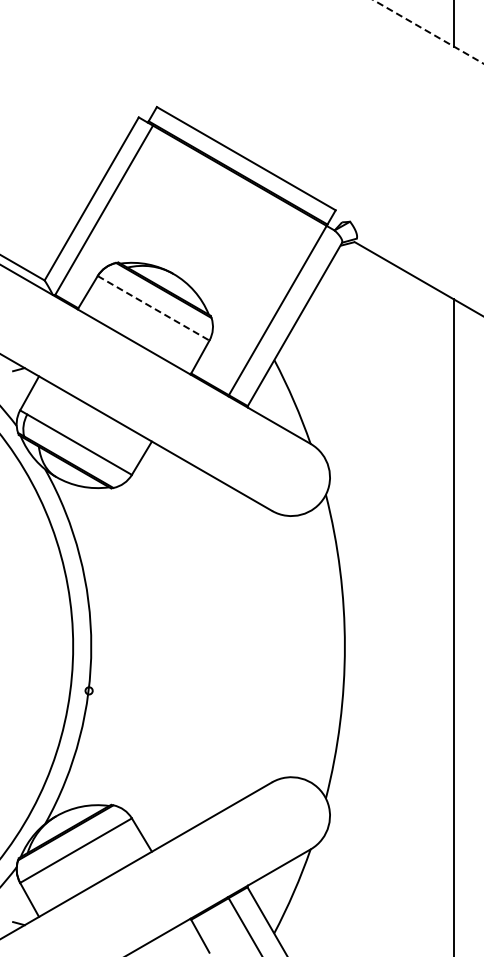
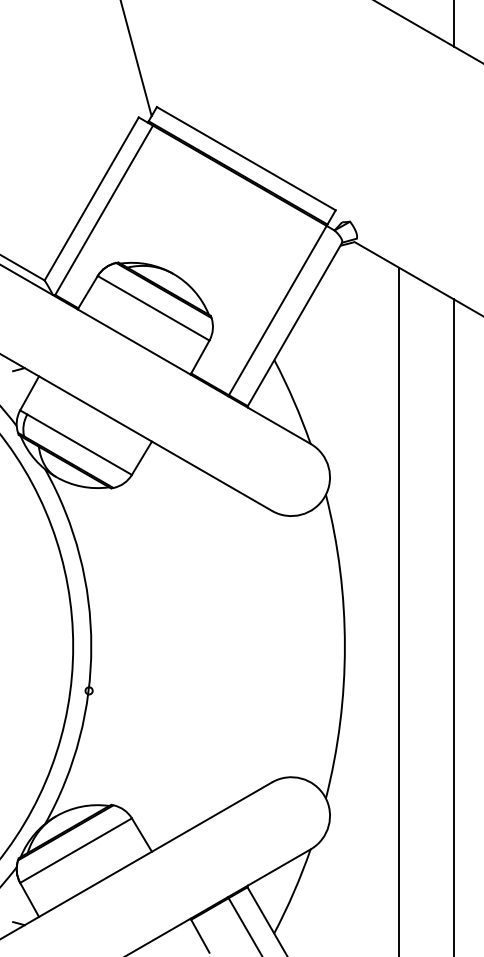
line at (428, 31): dashed -> solid
line at (136, 59): none -> present
line at (154, 308): dashed -> solid
line at (399, 610): none -> present
